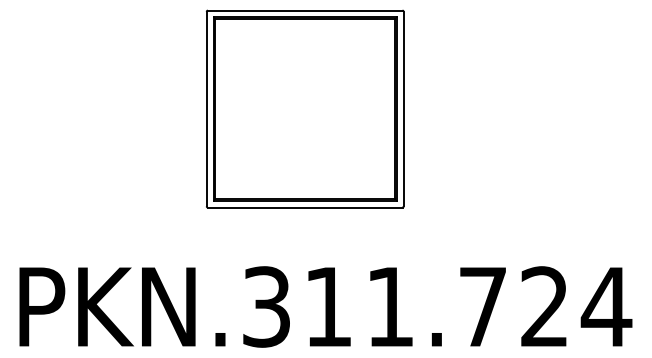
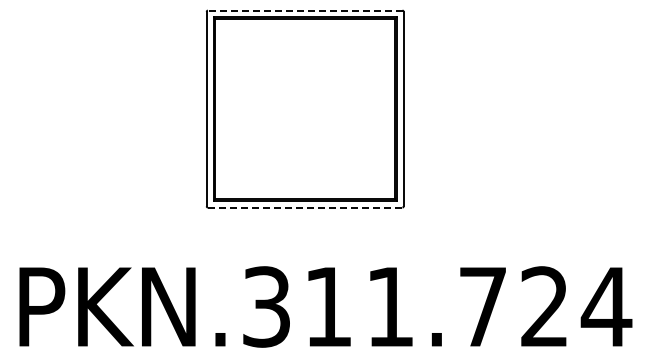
line at (304, 10): solid -> dashed
line at (305, 207): solid -> dashed
